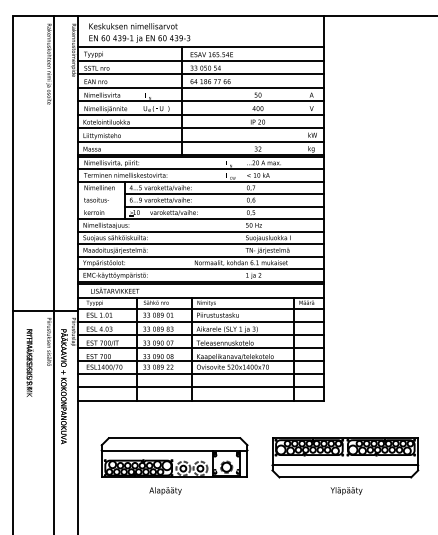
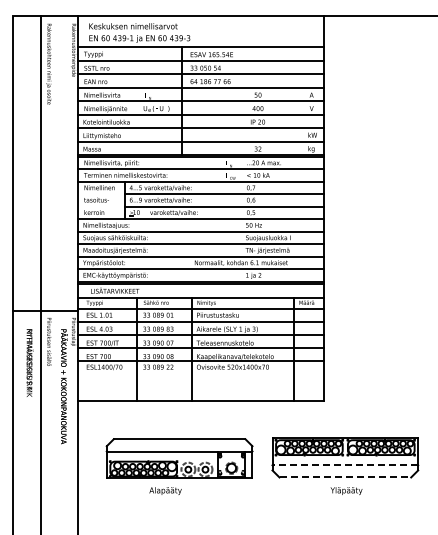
line at (53, 273) position: (53, 273) -> (40, 273)
line at (201, 373): present -> none
line at (201, 387): present -> none
part at (174, 457) position: (174, 457) -> (179, 458)
line at (345, 464): solid -> dashed
line at (345, 477): solid -> dashed
